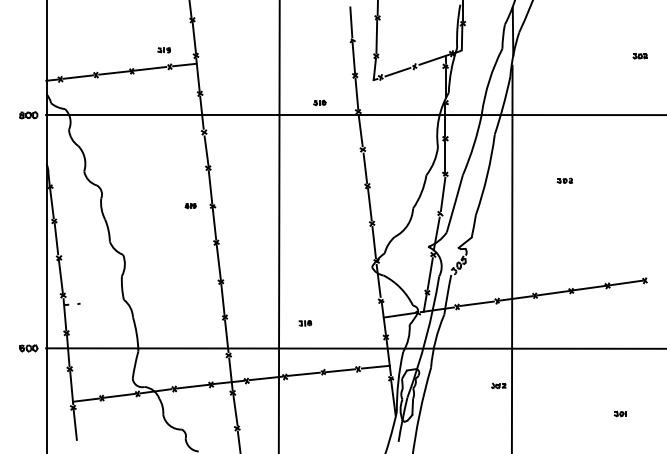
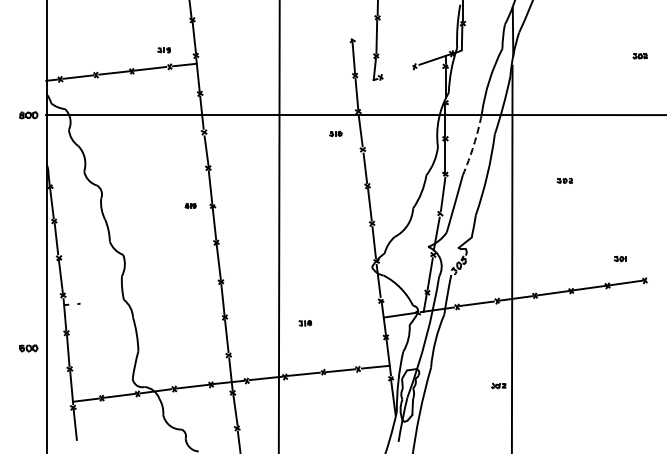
line at (351, 22): present -> none
line at (397, 71): present -> none
part at (319, 102) position: (319, 102) -> (335, 133)
arc at (473, 145): solid -> dashed
line at (354, 348): present -> none
part at (619, 413) position: (619, 413) -> (619, 258)
